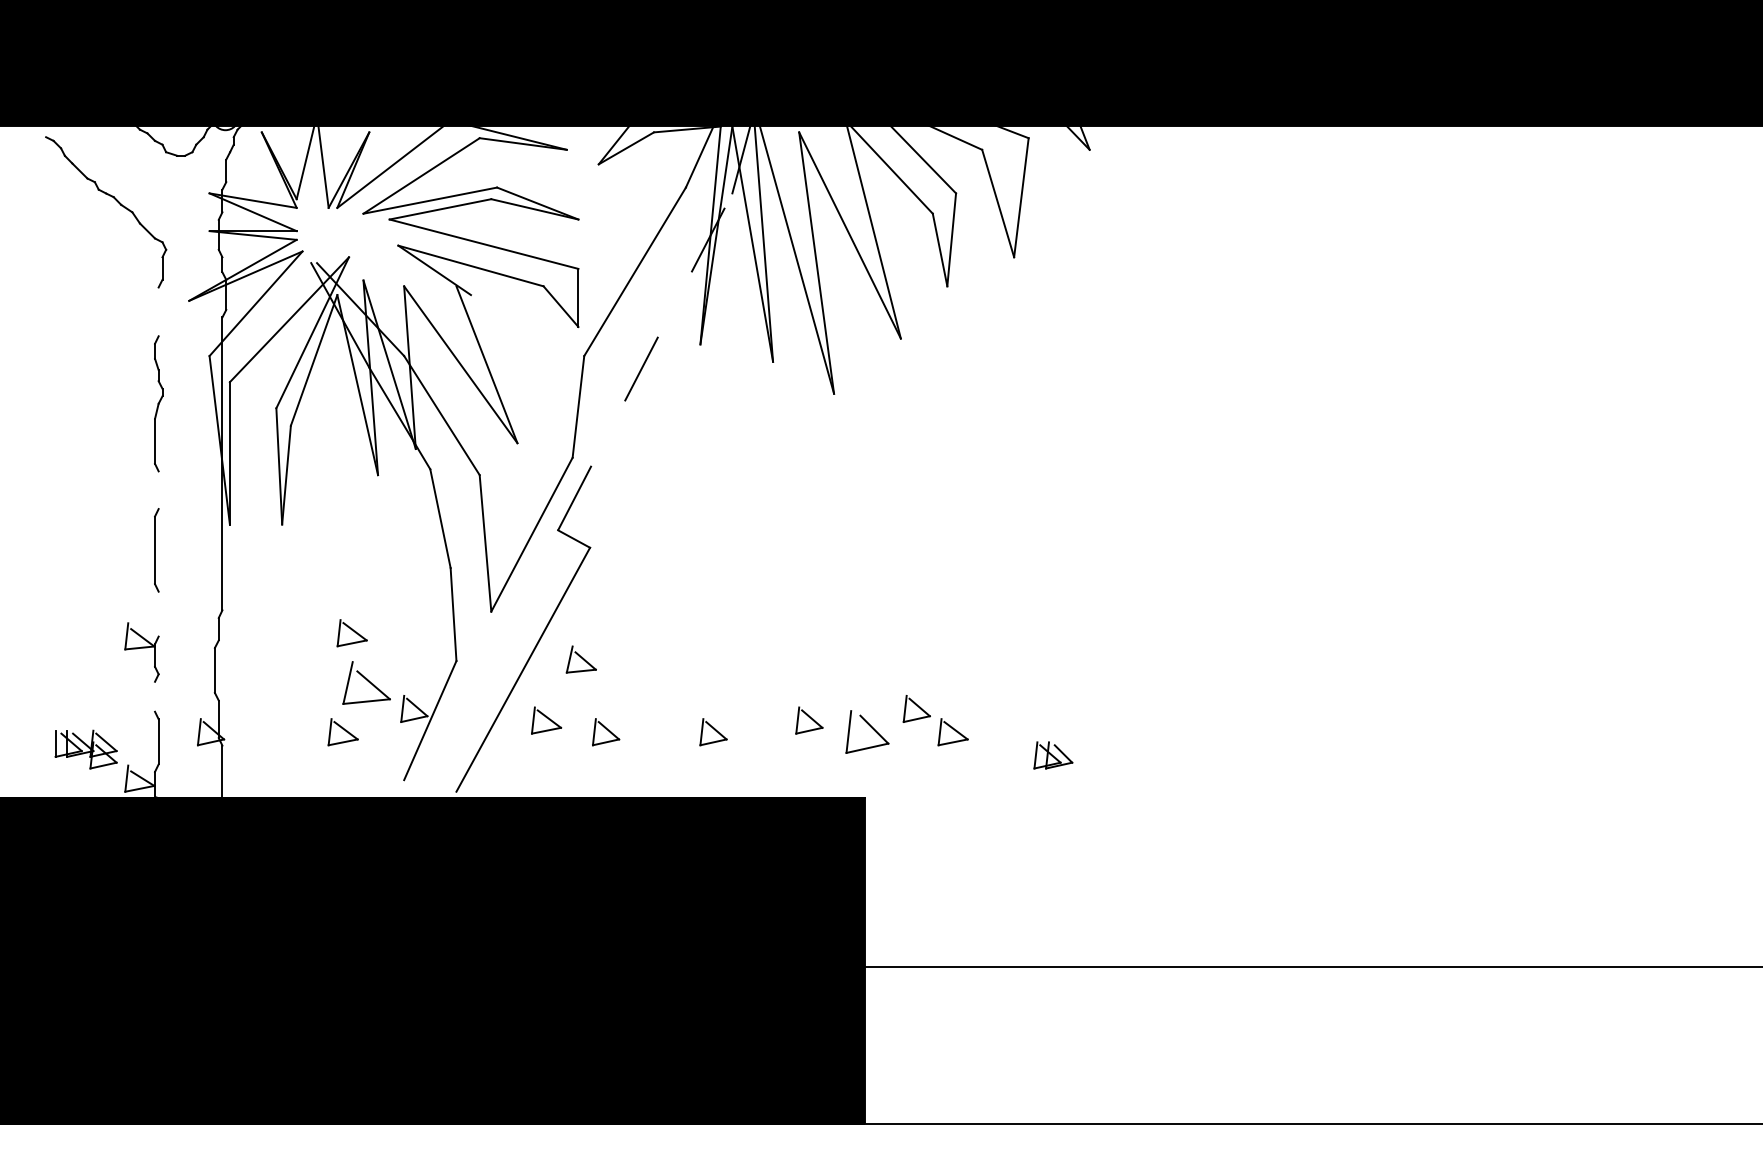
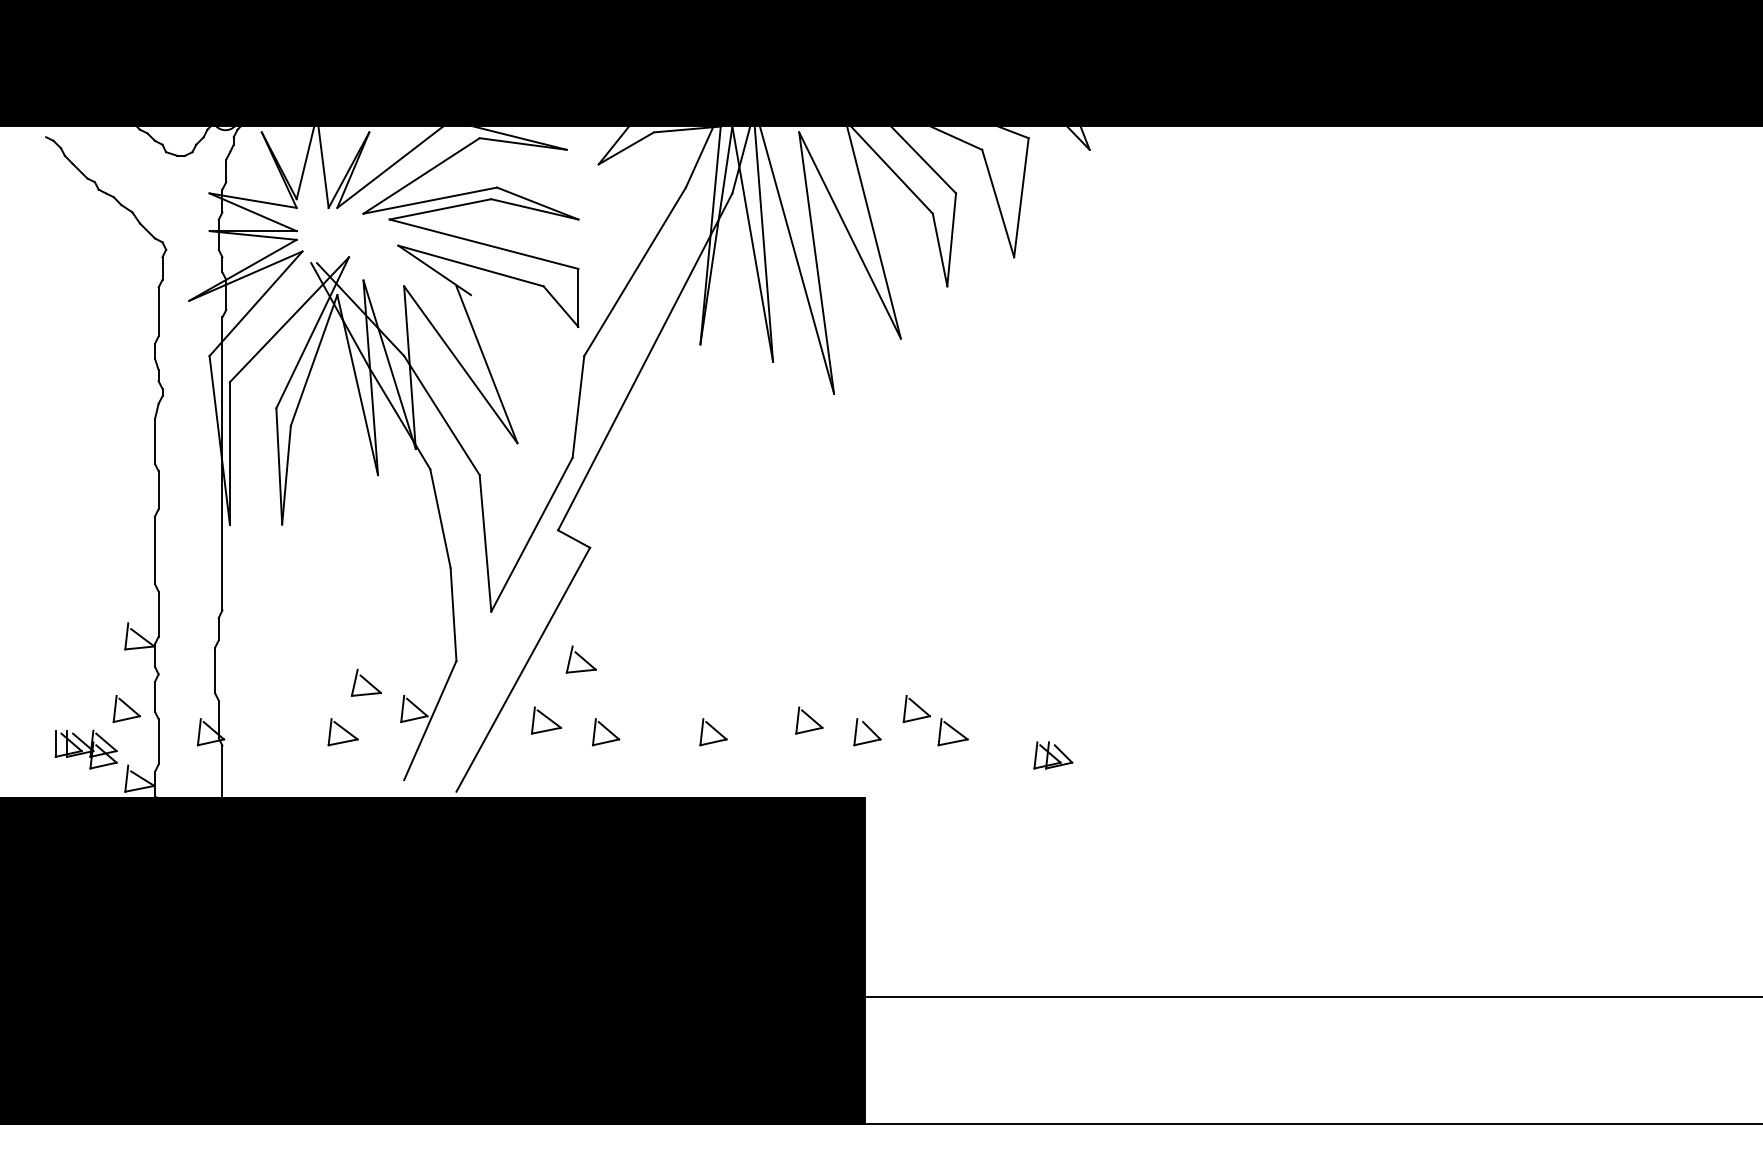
line at (158, 311): none -> present
line at (645, 361): dashed -> solid
line at (158, 490): none -> present
line at (158, 613): none -> present
part at (351, 633): present -> none
part at (366, 682) size: 49x44 px -> 32x29 px
line at (155, 696): none -> present
part at (126, 708): none -> present
part at (867, 731) size: 45x44 px -> 29x29 px
line at (1312, 967) position: (1312, 967) -> (1312, 997)
